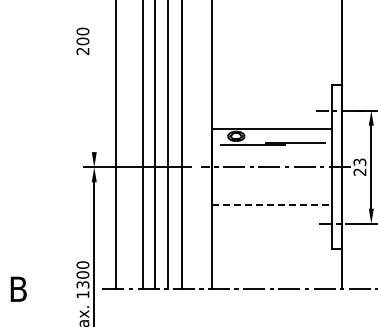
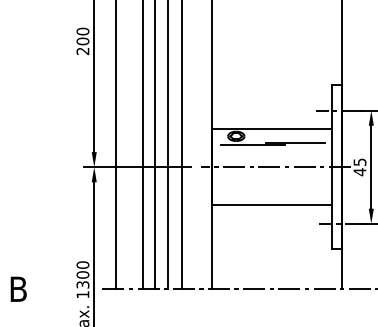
line at (94, 77): none -> present
text at (359, 167): 23 -> 45
line at (272, 204): dashed -> solid
